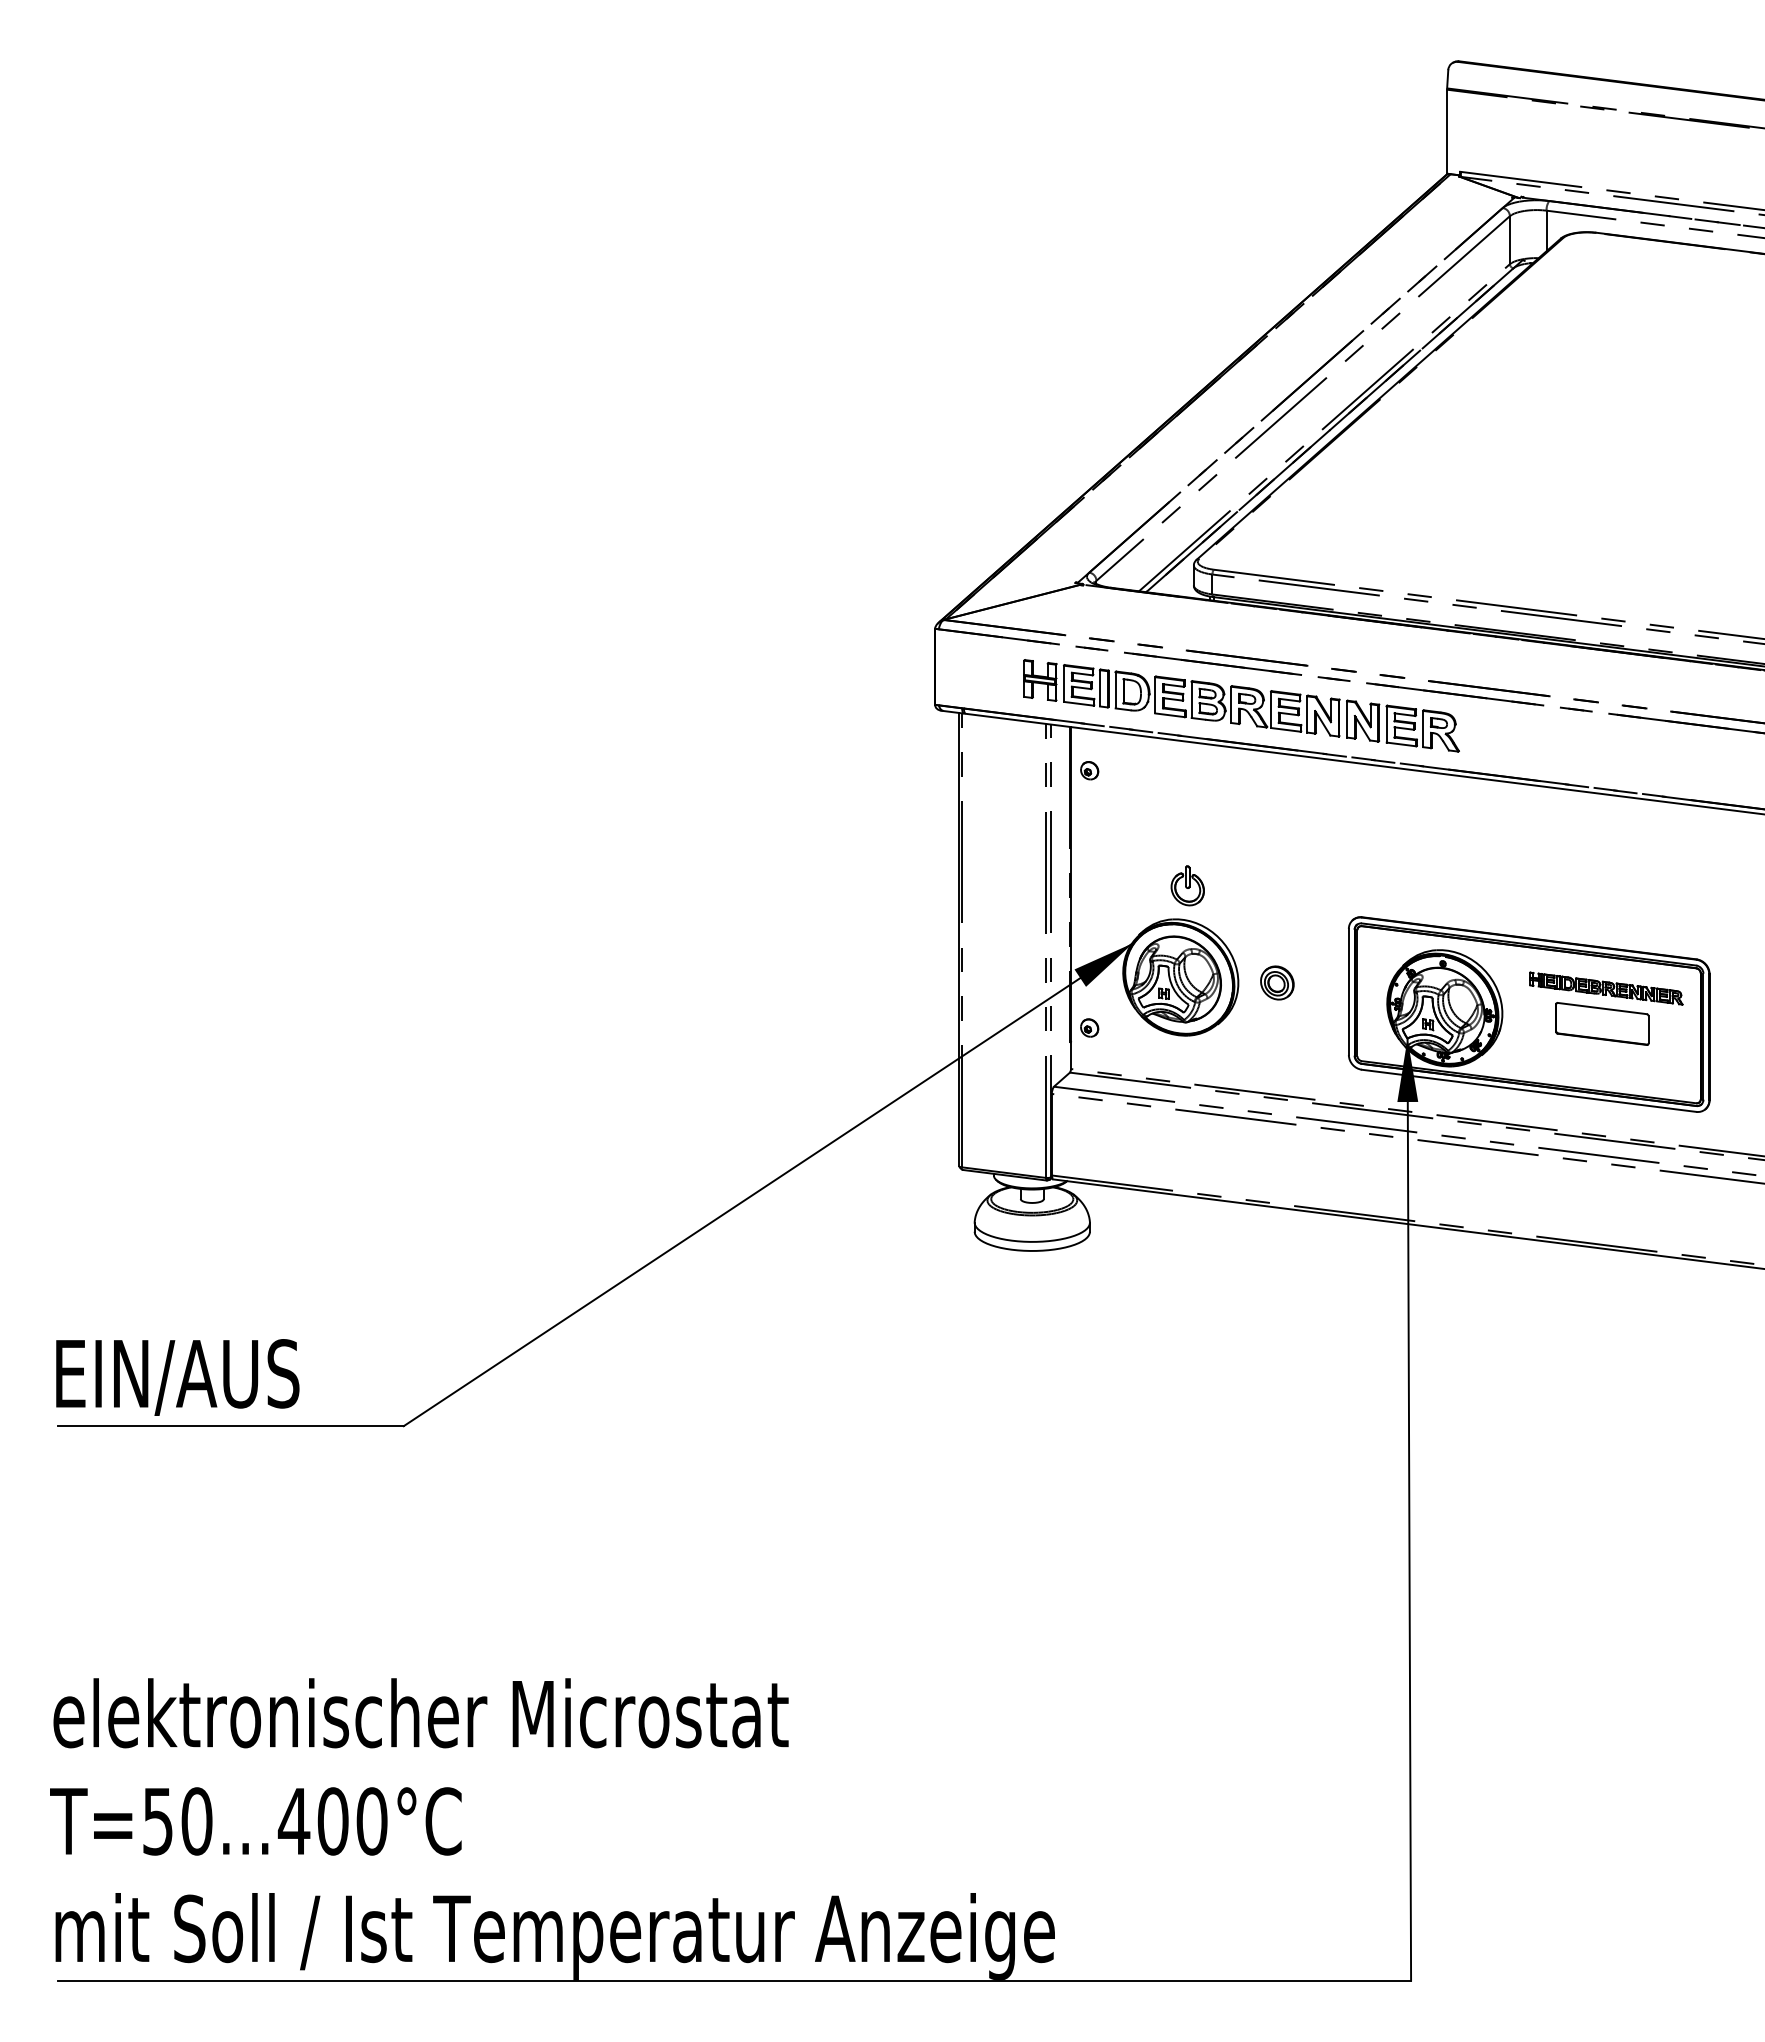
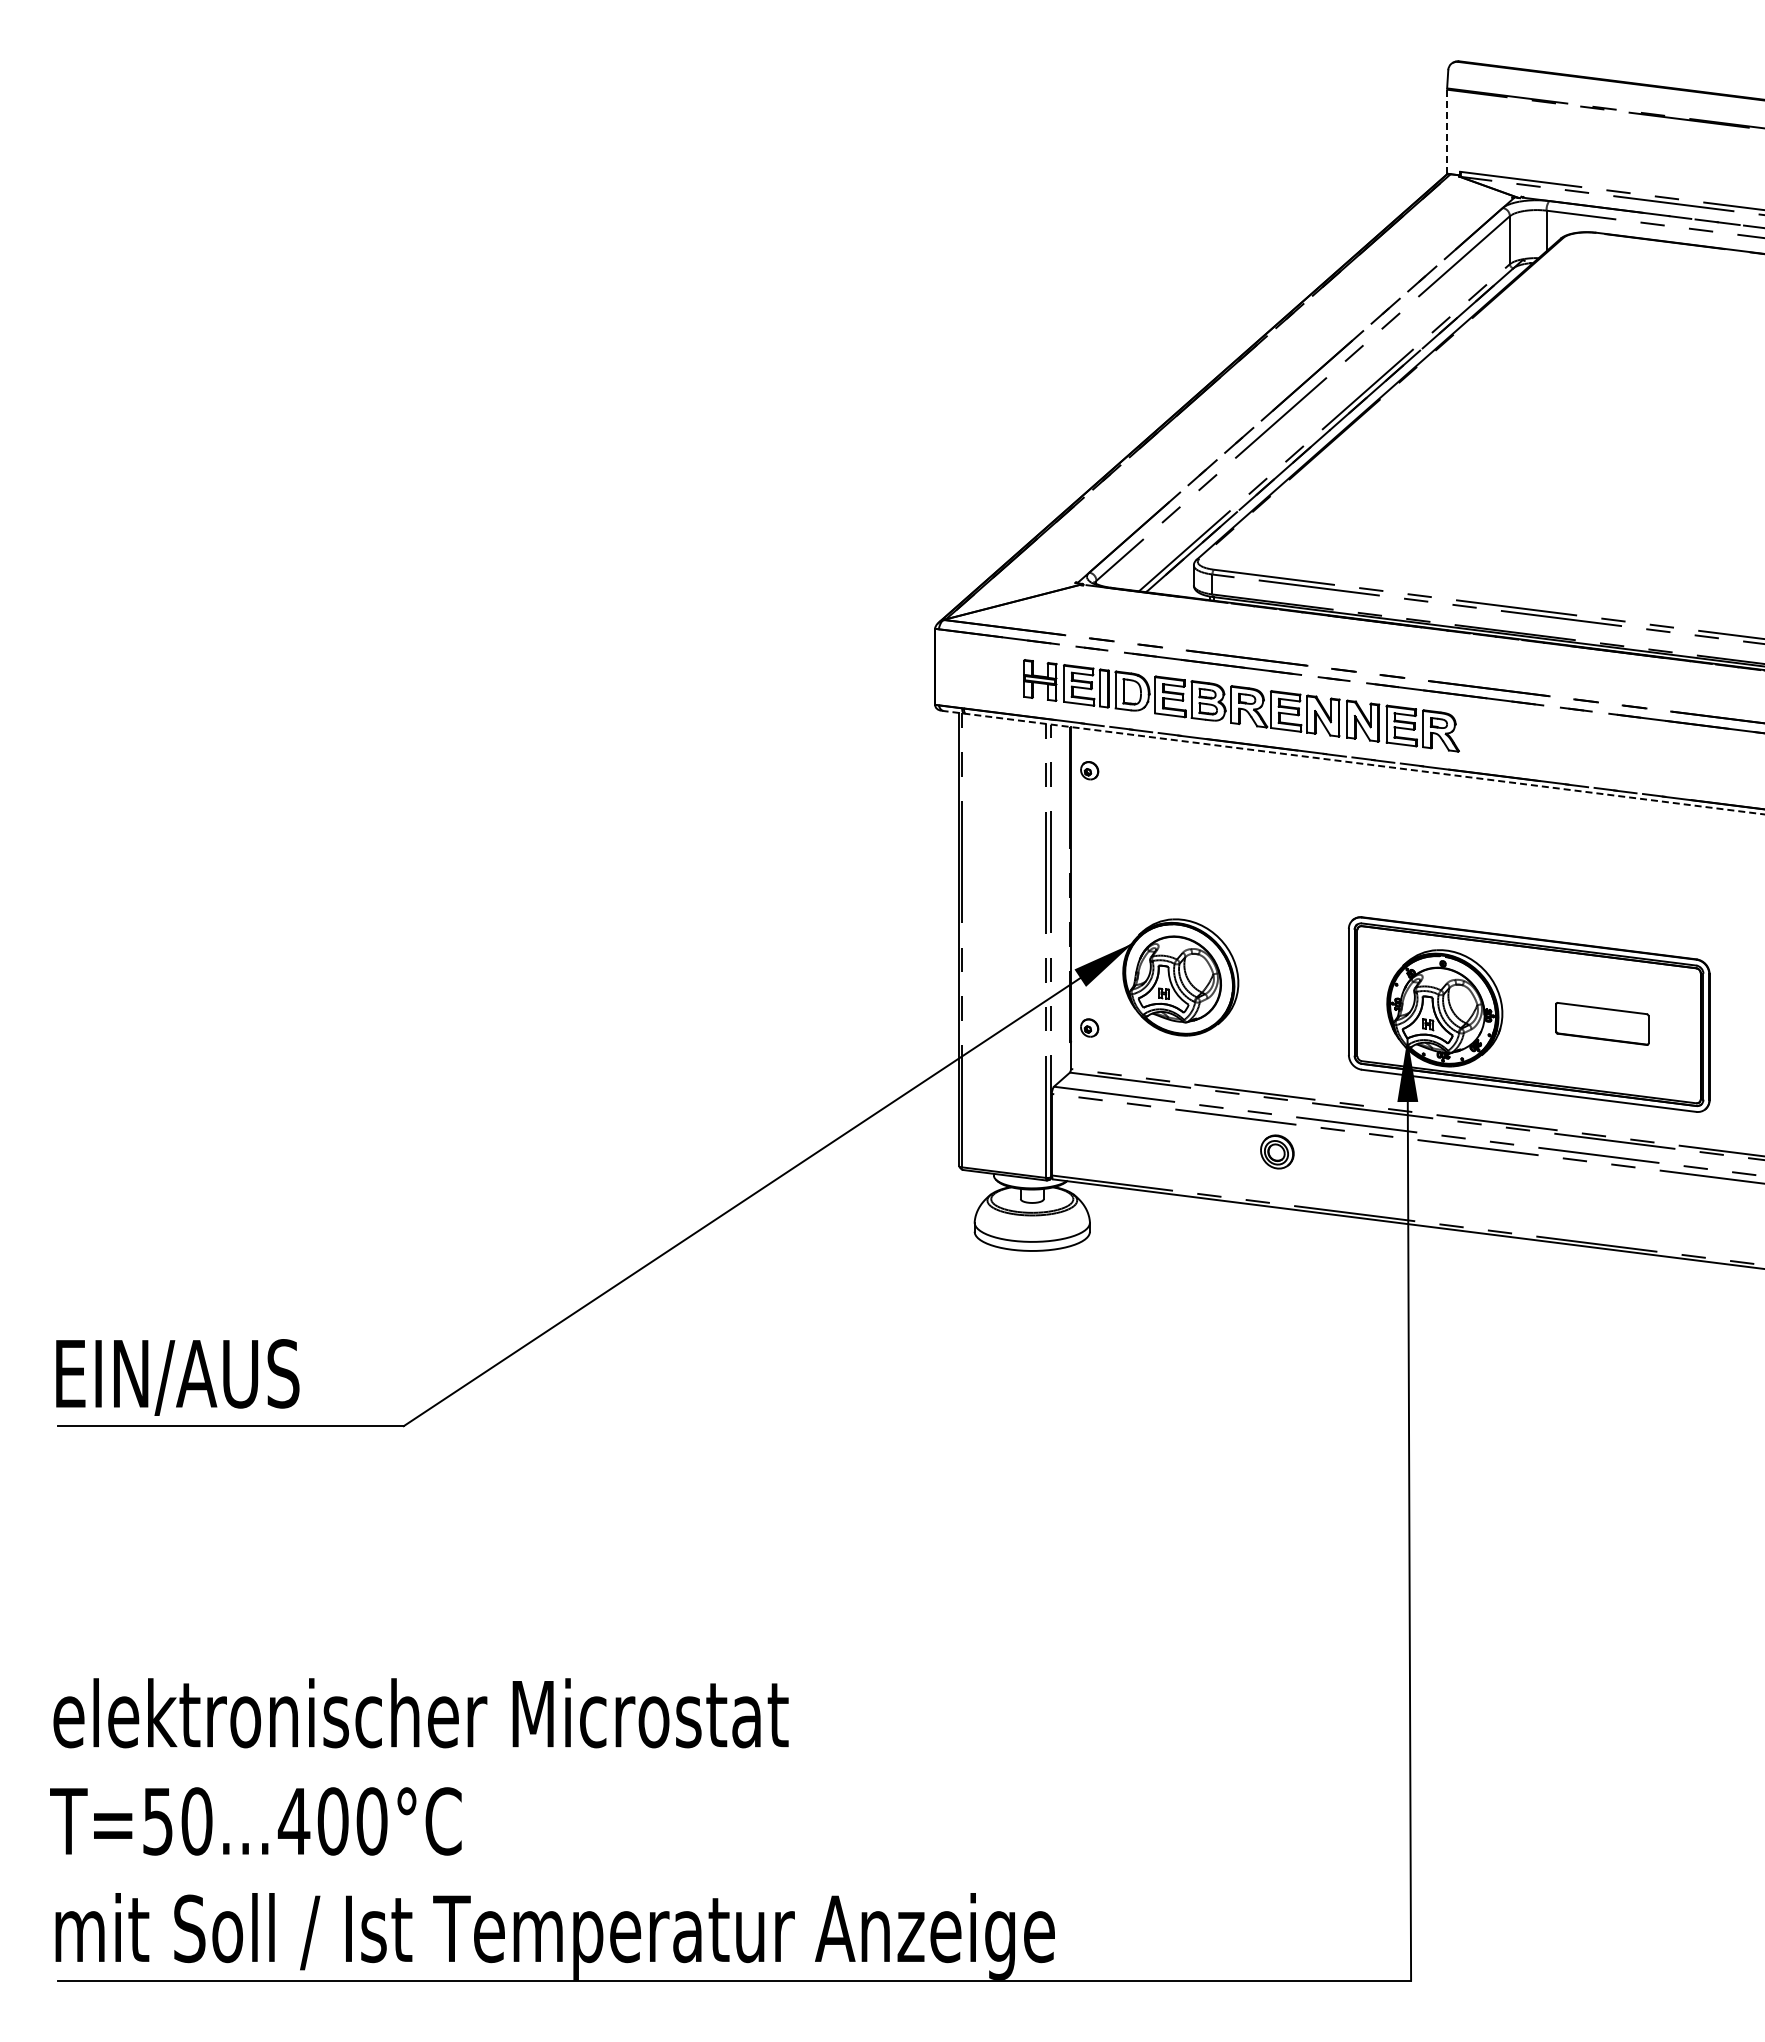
line at (1447, 131): solid -> dashed
line at (1353, 762): solid -> dashed
part at (1187, 885): present -> none
part at (1277, 982) position: (1277, 982) -> (1277, 1151)
part at (1606, 988): present -> none
